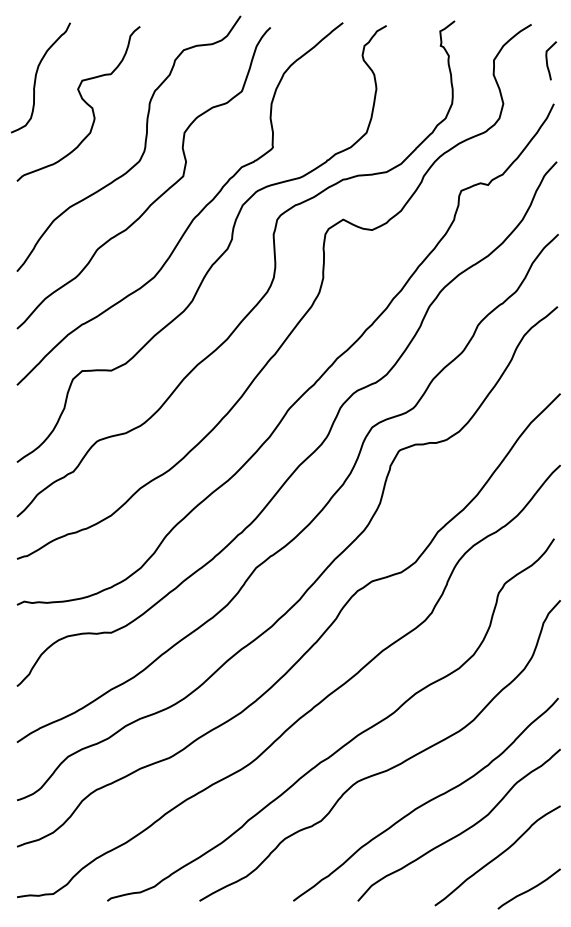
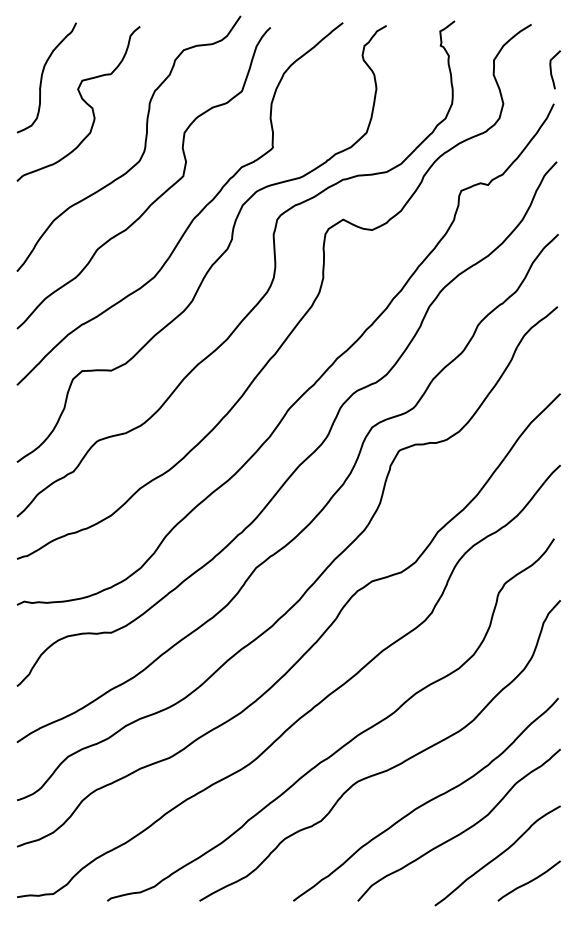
curve at (547, 60) position: (547, 60) -> (551, 69)
curve at (36, 77) position: (36, 77) -> (42, 77)
curve at (528, 889) position: (528, 889) -> (528, 881)
